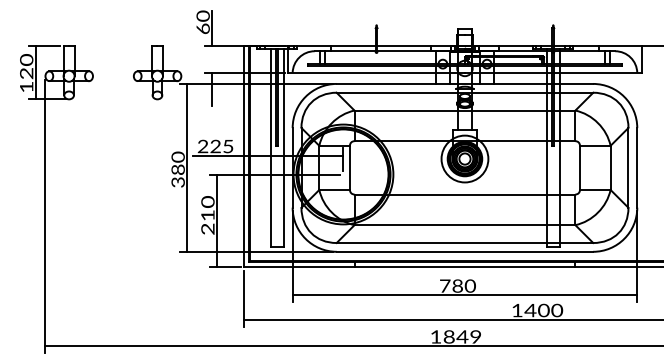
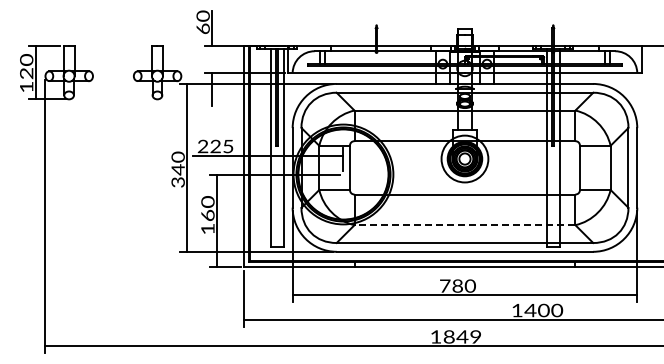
text at (177, 169): 380 -> 340
text at (207, 221): 210 -> 160
line at (464, 225): solid -> dashed
